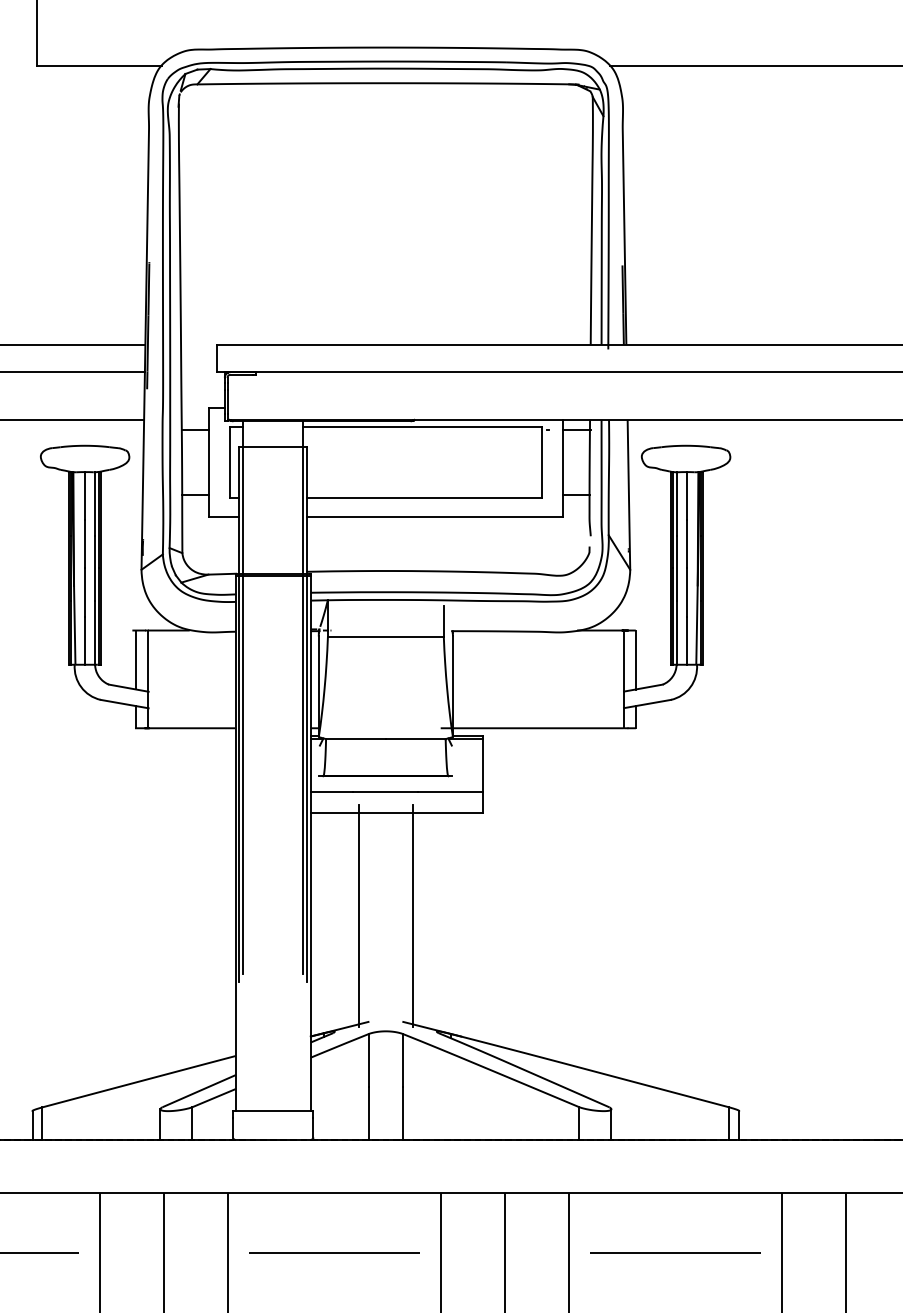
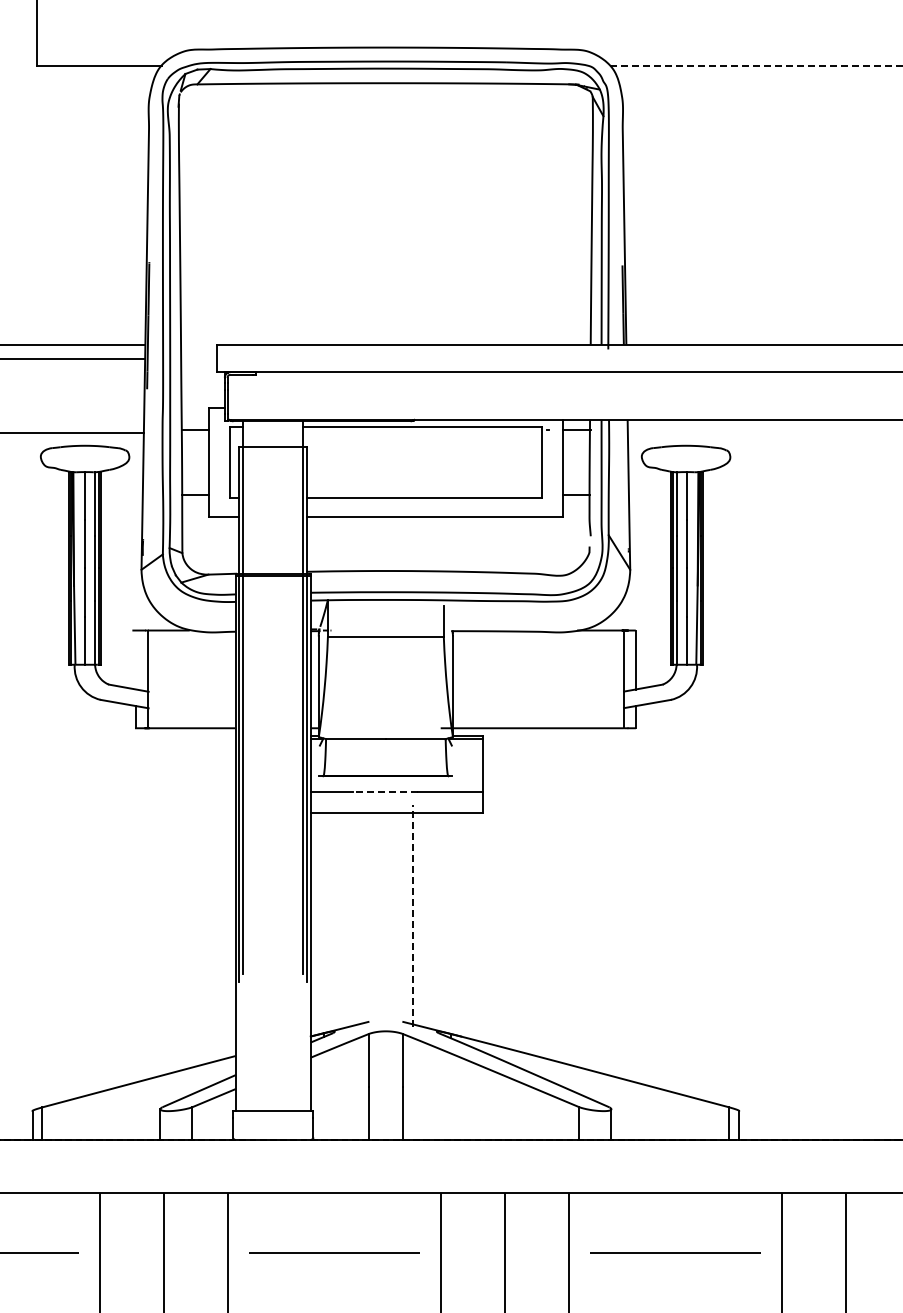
line at (756, 65): solid -> dashed
line at (73, 371) position: (73, 371) -> (73, 358)
line at (73, 420) position: (73, 420) -> (73, 433)
line at (135, 659): present -> none
line at (385, 791): solid -> dashed
line at (359, 915): present -> none
line at (412, 915): solid -> dashed
